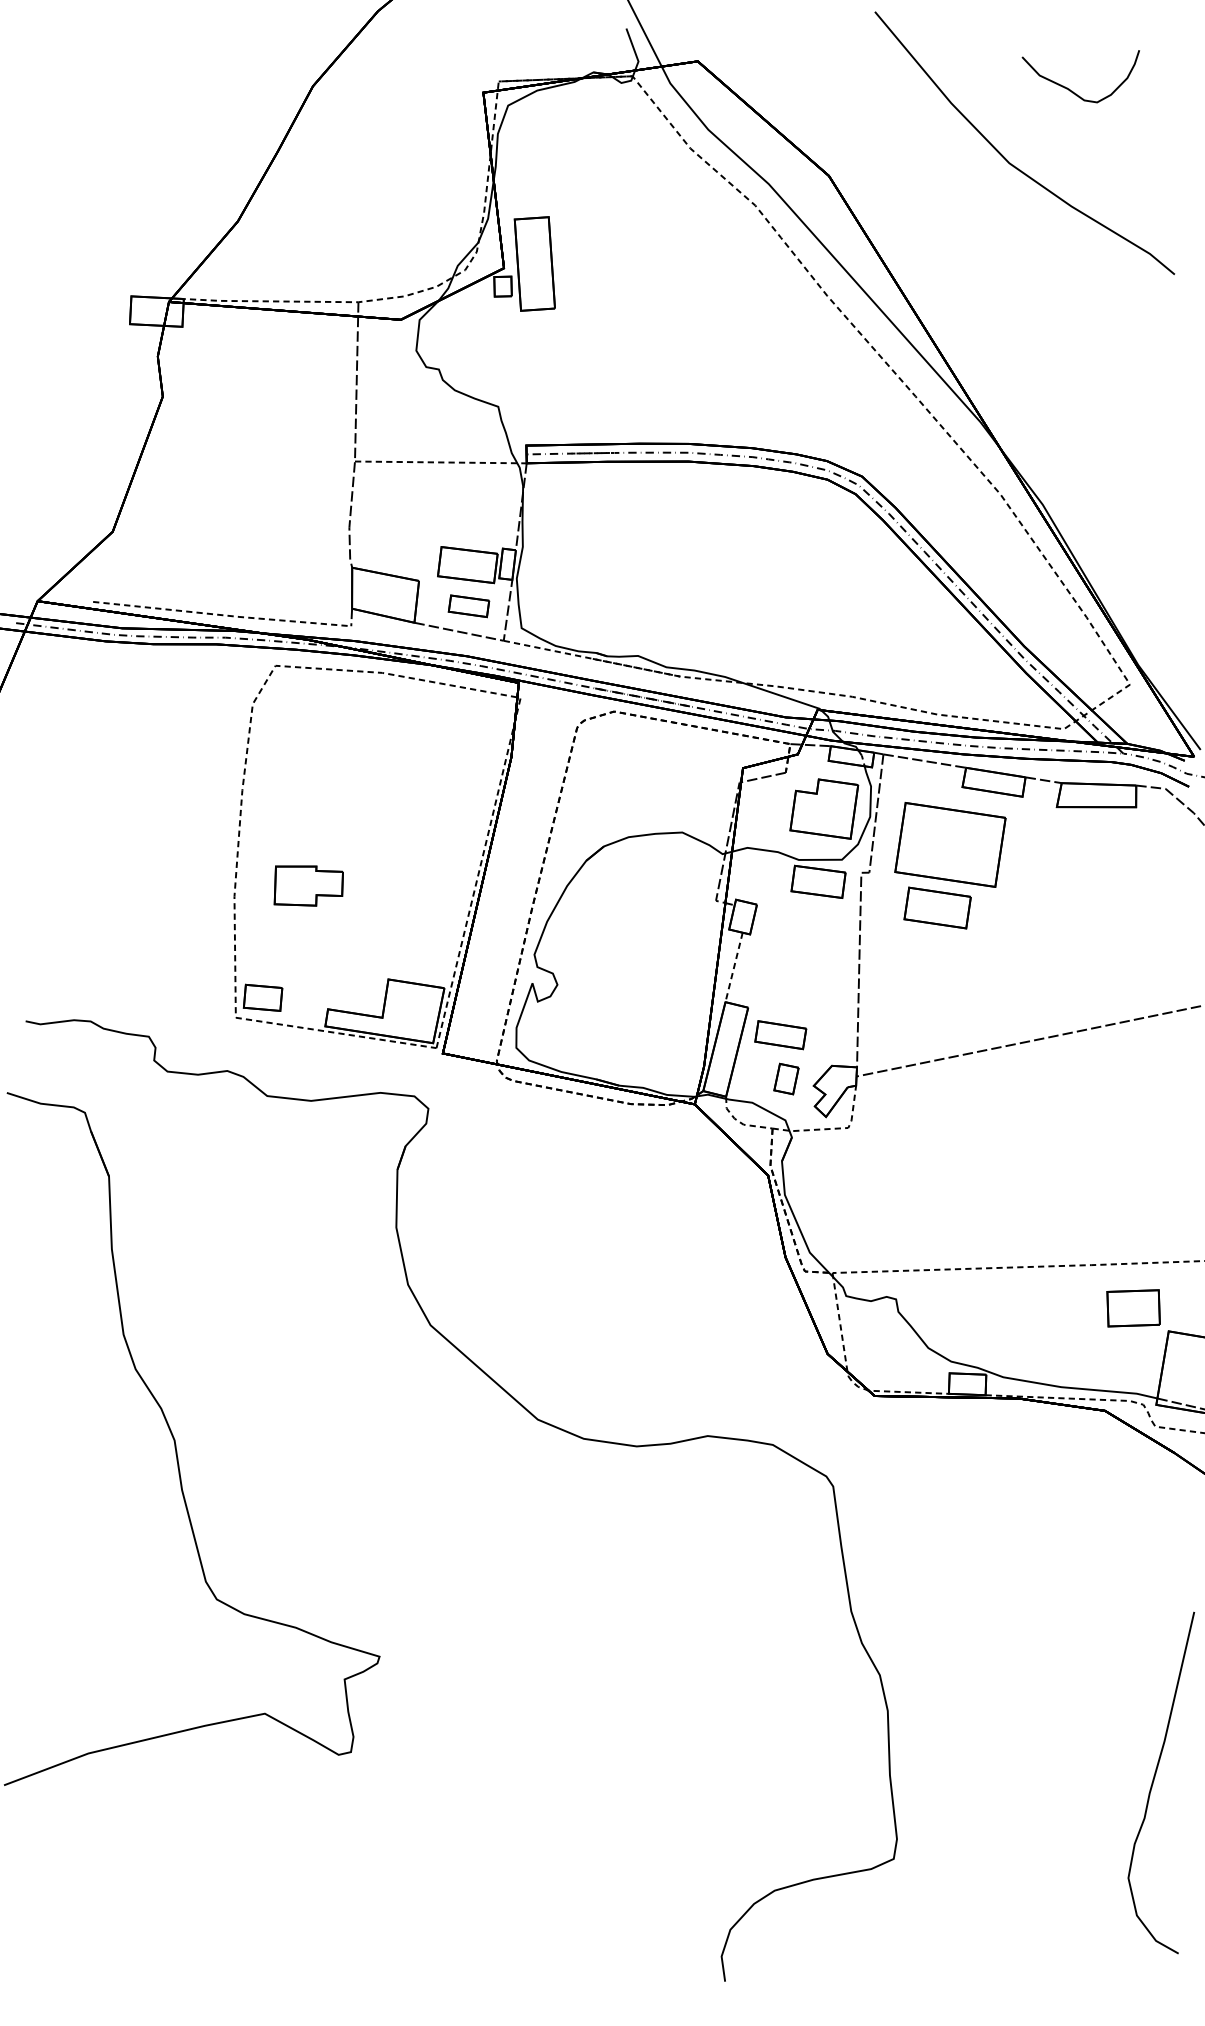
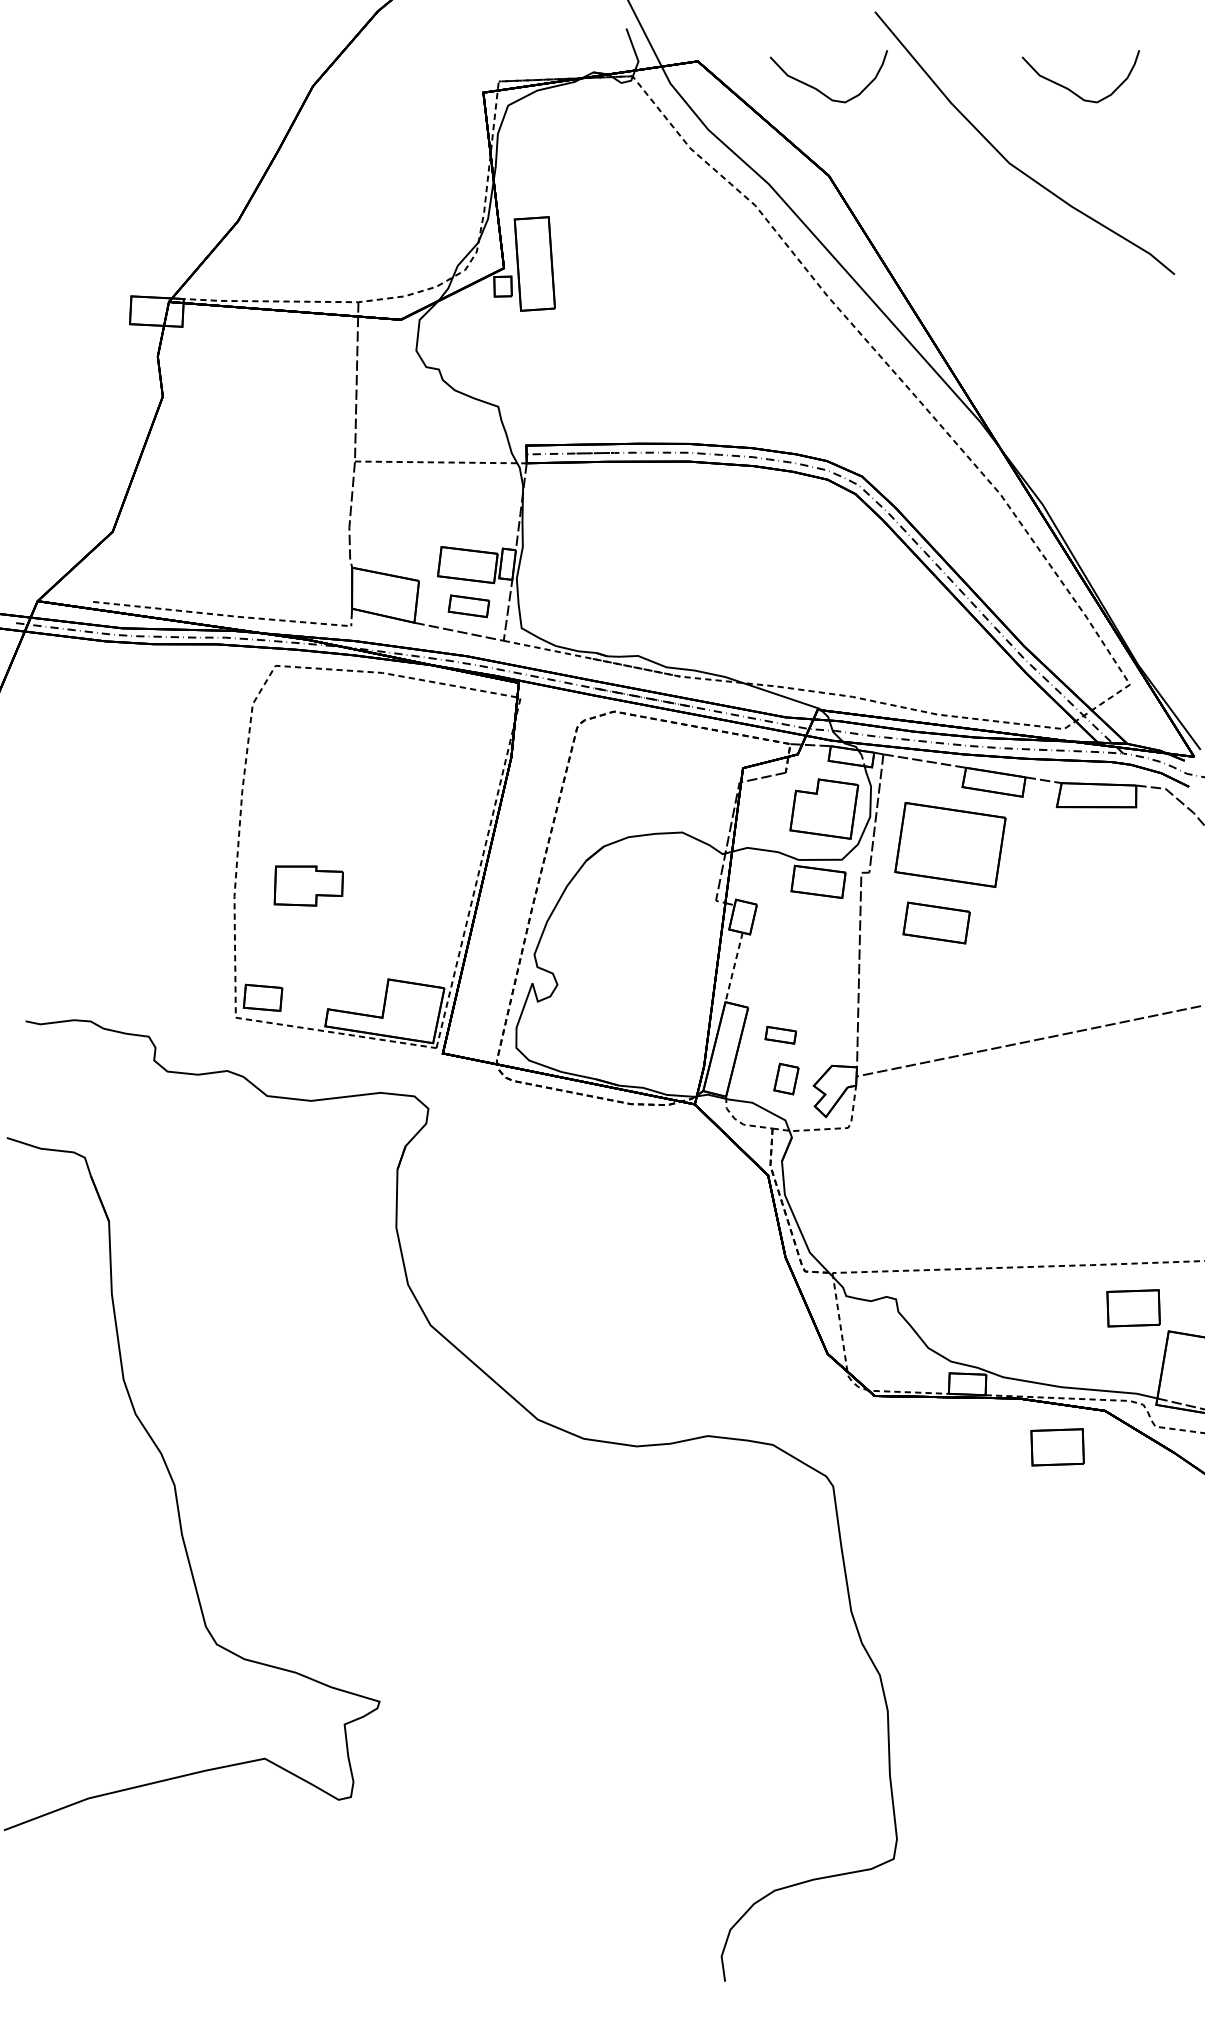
curve at (817, 88): none -> present
part at (937, 907) position: (937, 907) -> (936, 922)
part at (780, 1035) size: 54x31 px -> 33x19 px
part at (175, 1439) position: (175, 1439) -> (175, 1484)
part at (1057, 1447): none -> present
curve at (1154, 1780): present -> none
